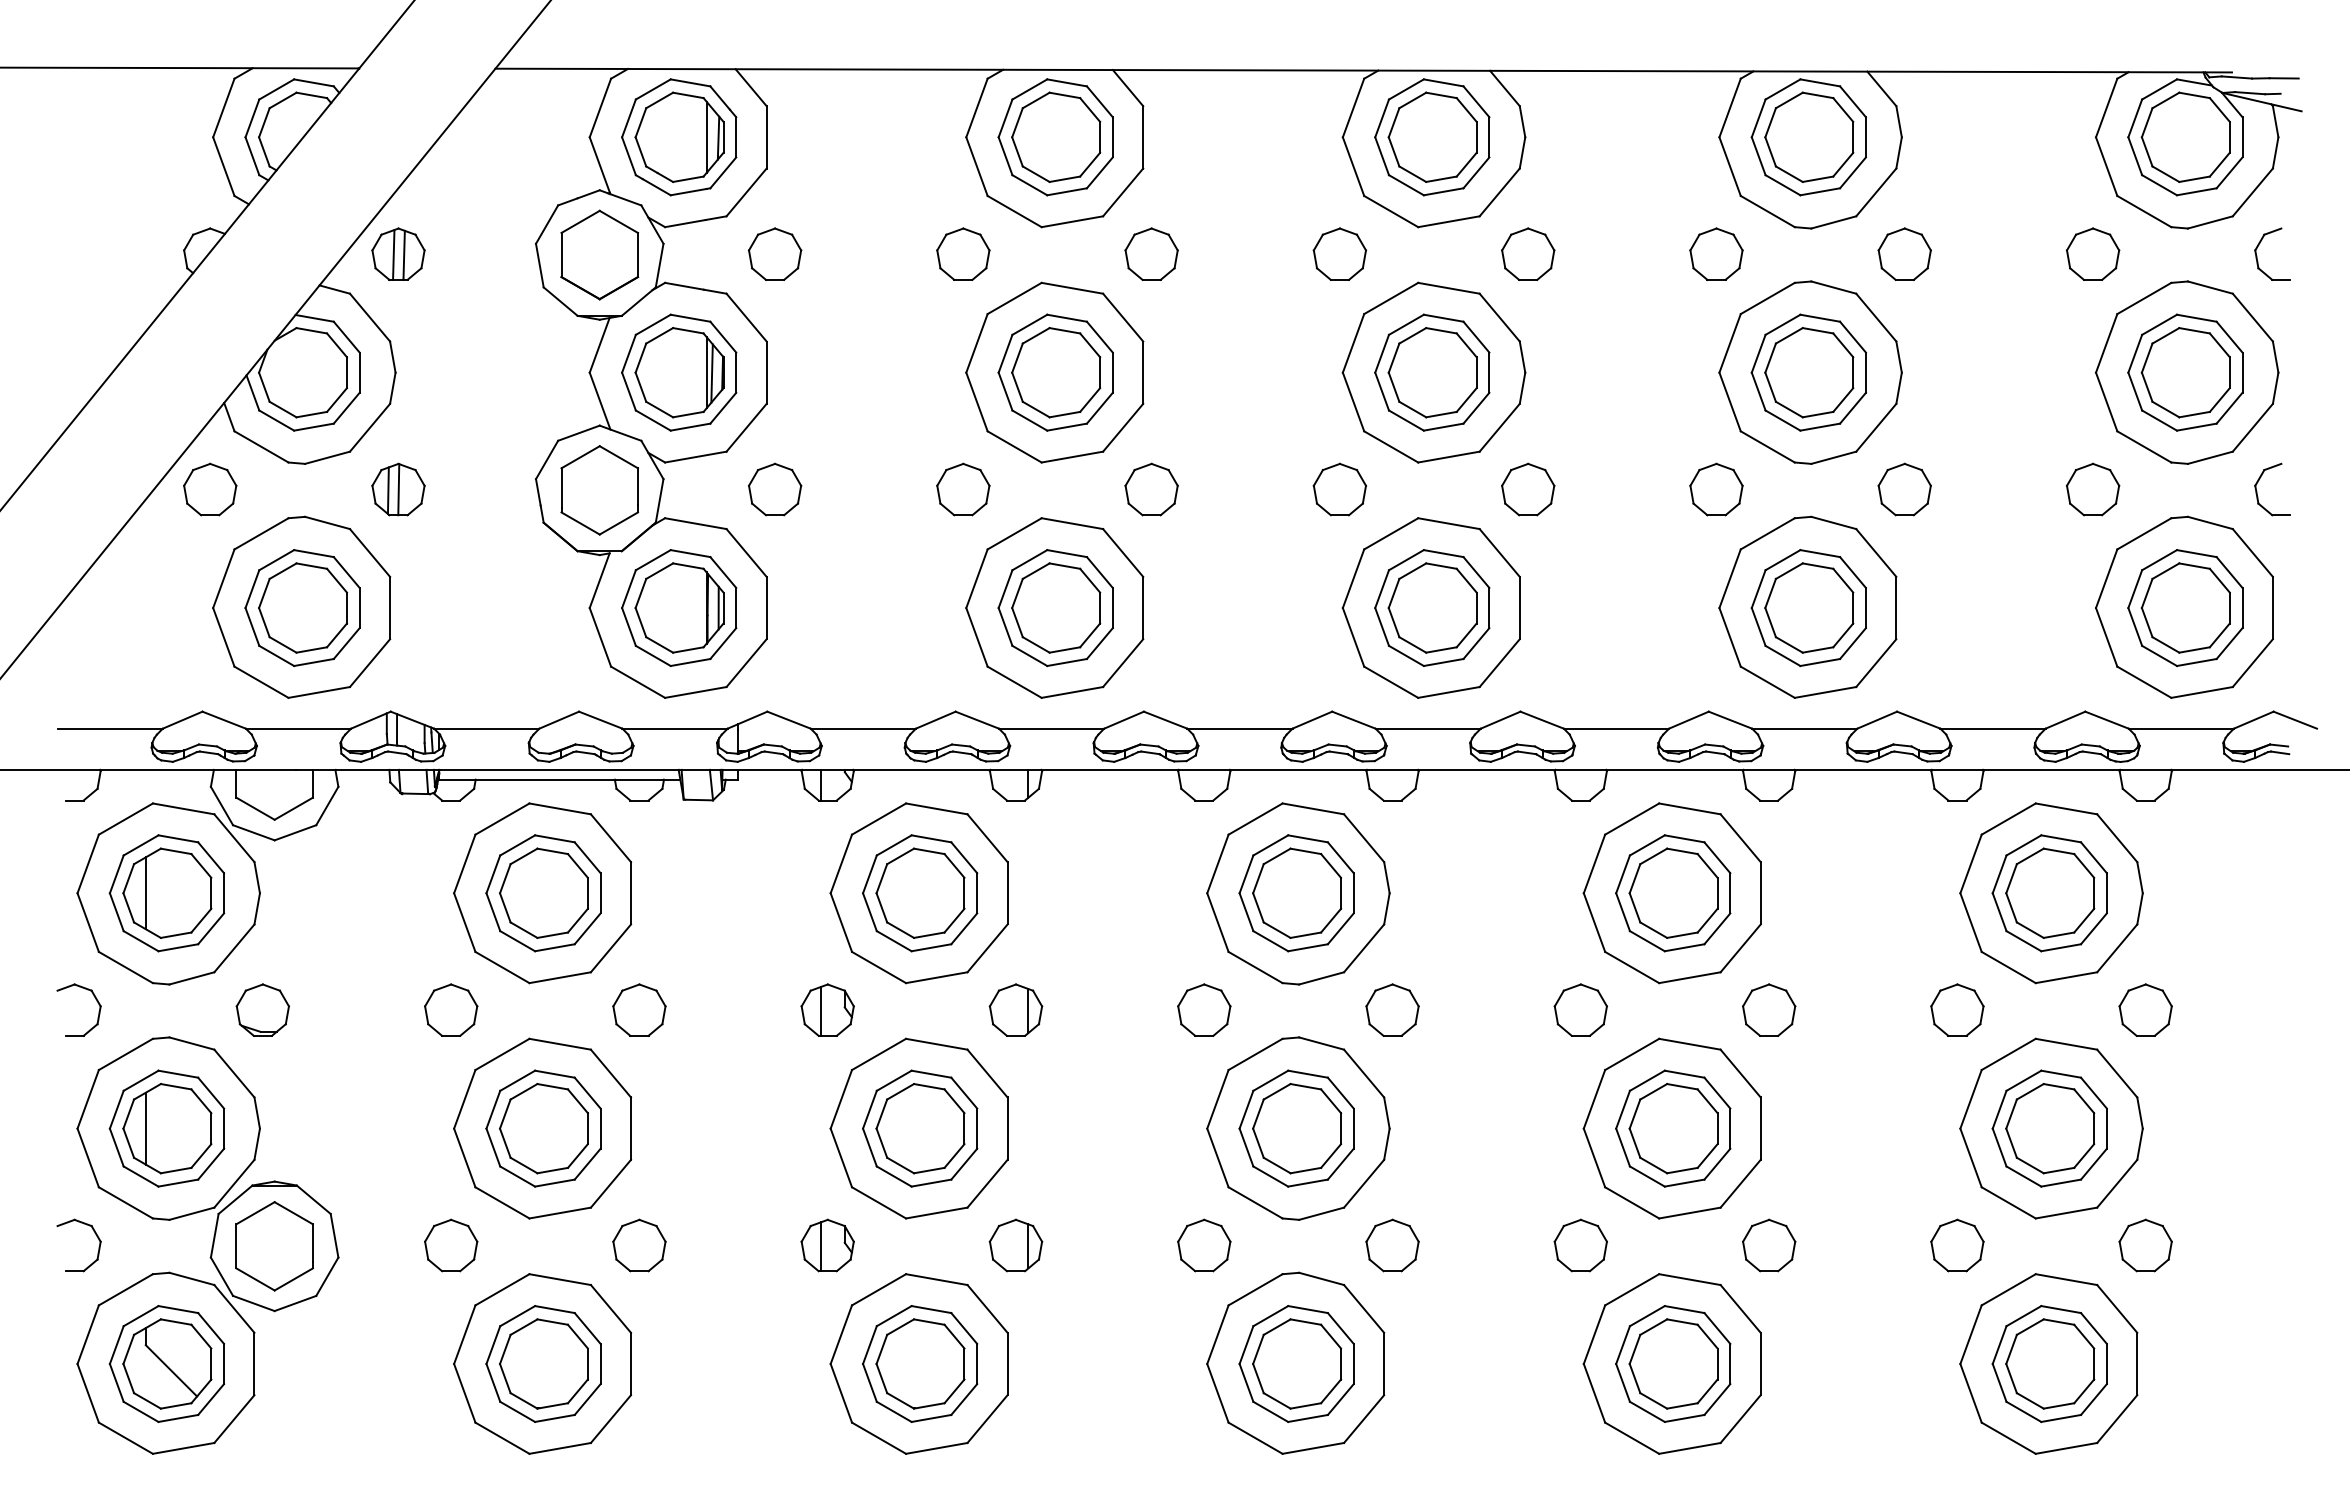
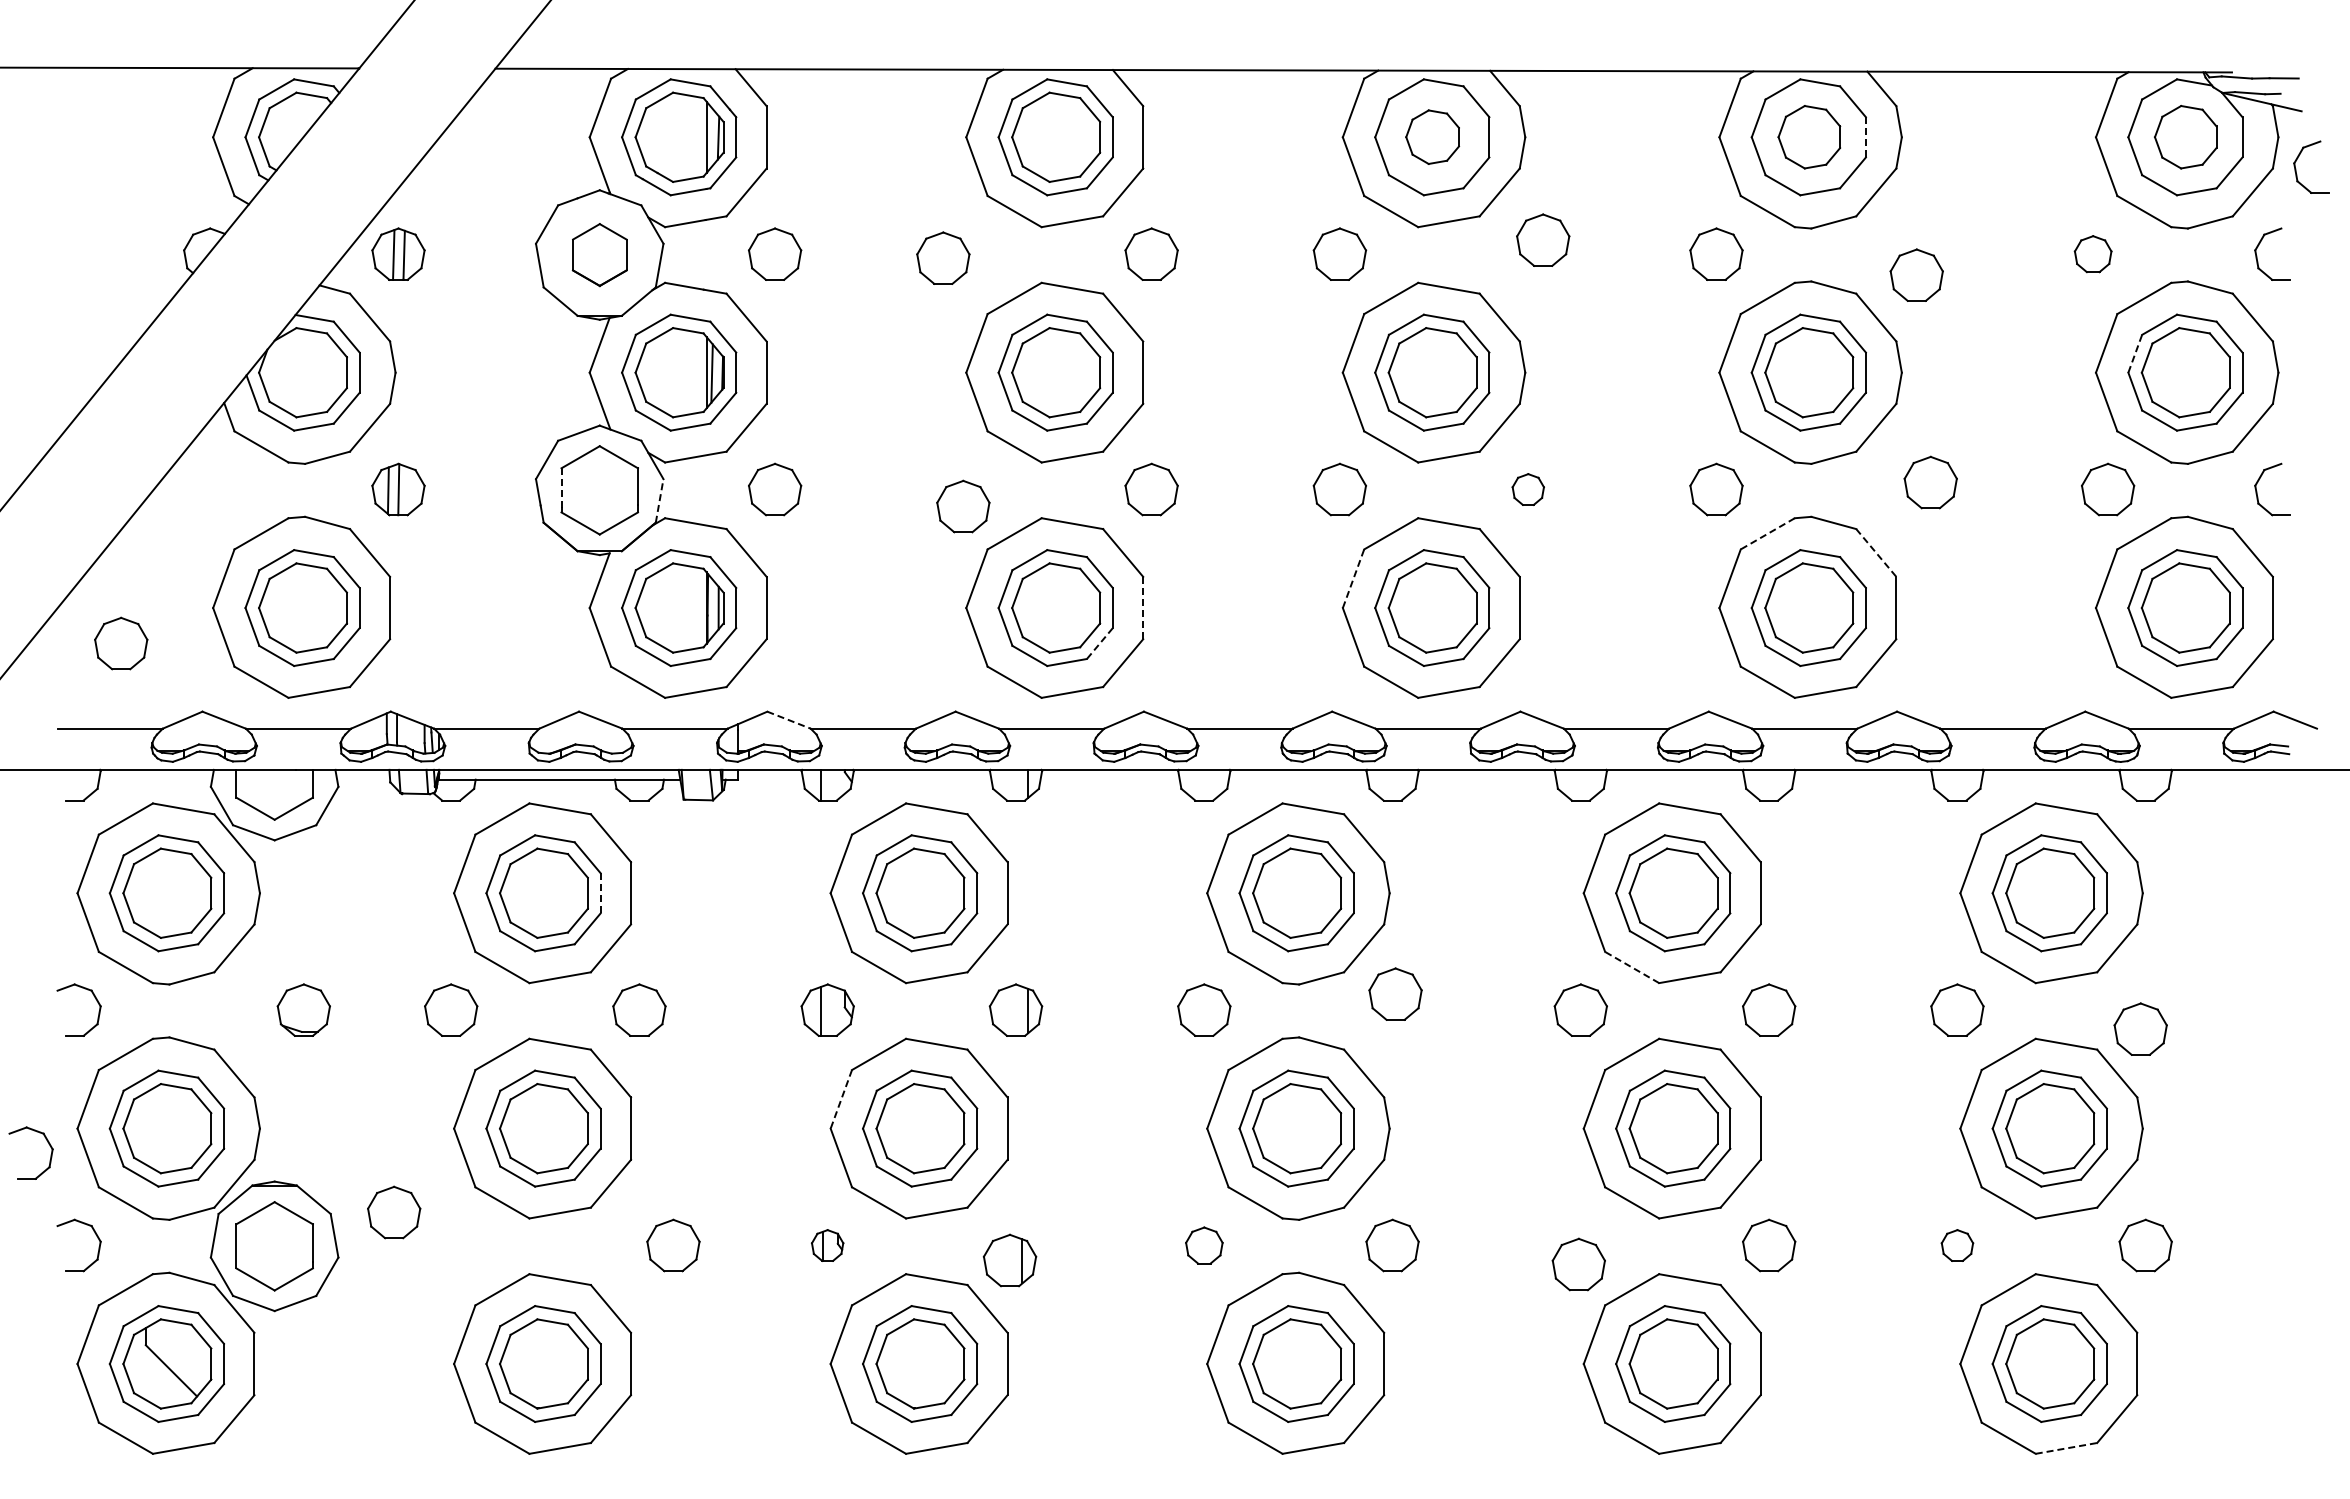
part at (1432, 136) size: 91x92 px -> 56x56 px
part at (1809, 136) size: 91x92 px -> 65x65 px
line at (1865, 136): solid -> dashed
part at (2185, 136) size: 91x92 px -> 64x65 px
part at (2296, 168): none -> present
part at (963, 253) position: (963, 253) -> (943, 257)
part at (1528, 253) position: (1528, 253) -> (1543, 239)
part at (1904, 253) position: (1904, 253) -> (1916, 274)
part at (2093, 253) size: 55x54 px -> 40x39 px
part at (599, 254) size: 80x92 px -> 57x65 px
line at (2135, 353): solid -> dashed
line at (561, 488): solid -> dashed
part at (210, 489) position: (210, 489) -> (121, 643)
part at (963, 489) position: (963, 489) -> (963, 506)
part at (1528, 489) size: 55x55 px -> 34x33 px
part at (1904, 489) position: (1904, 489) -> (1930, 482)
part at (2093, 489) position: (2093, 489) -> (2108, 489)
line at (659, 500): solid -> dashed
line at (1767, 534): solid -> dashed
line at (1876, 553): solid -> dashed
line at (1353, 578): solid -> dashed
line at (1143, 607): solid -> dashed
line at (1099, 643): solid -> dashed
line at (789, 720): solid -> dashed
line at (600, 892): solid -> dashed
line at (145, 893): present -> none
line at (1631, 967): solid -> dashed
part at (262, 1009) position: (262, 1009) -> (303, 1009)
part at (1392, 1009) position: (1392, 1009) -> (1395, 993)
part at (2145, 1009) position: (2145, 1009) -> (2140, 1028)
line at (841, 1099): solid -> dashed
line at (145, 1128): present -> none
part at (48, 1144): none -> present
part at (451, 1245) position: (451, 1245) -> (394, 1212)
part at (639, 1245) position: (639, 1245) -> (673, 1245)
part at (827, 1245) size: 55x55 px -> 34x33 px
part at (1015, 1245) position: (1015, 1245) -> (1009, 1260)
part at (1204, 1245) size: 55x55 px -> 39x39 px
part at (1580, 1245) position: (1580, 1245) -> (1578, 1264)
part at (1957, 1245) size: 55x55 px -> 35x33 px
line at (2066, 1448): solid -> dashed
